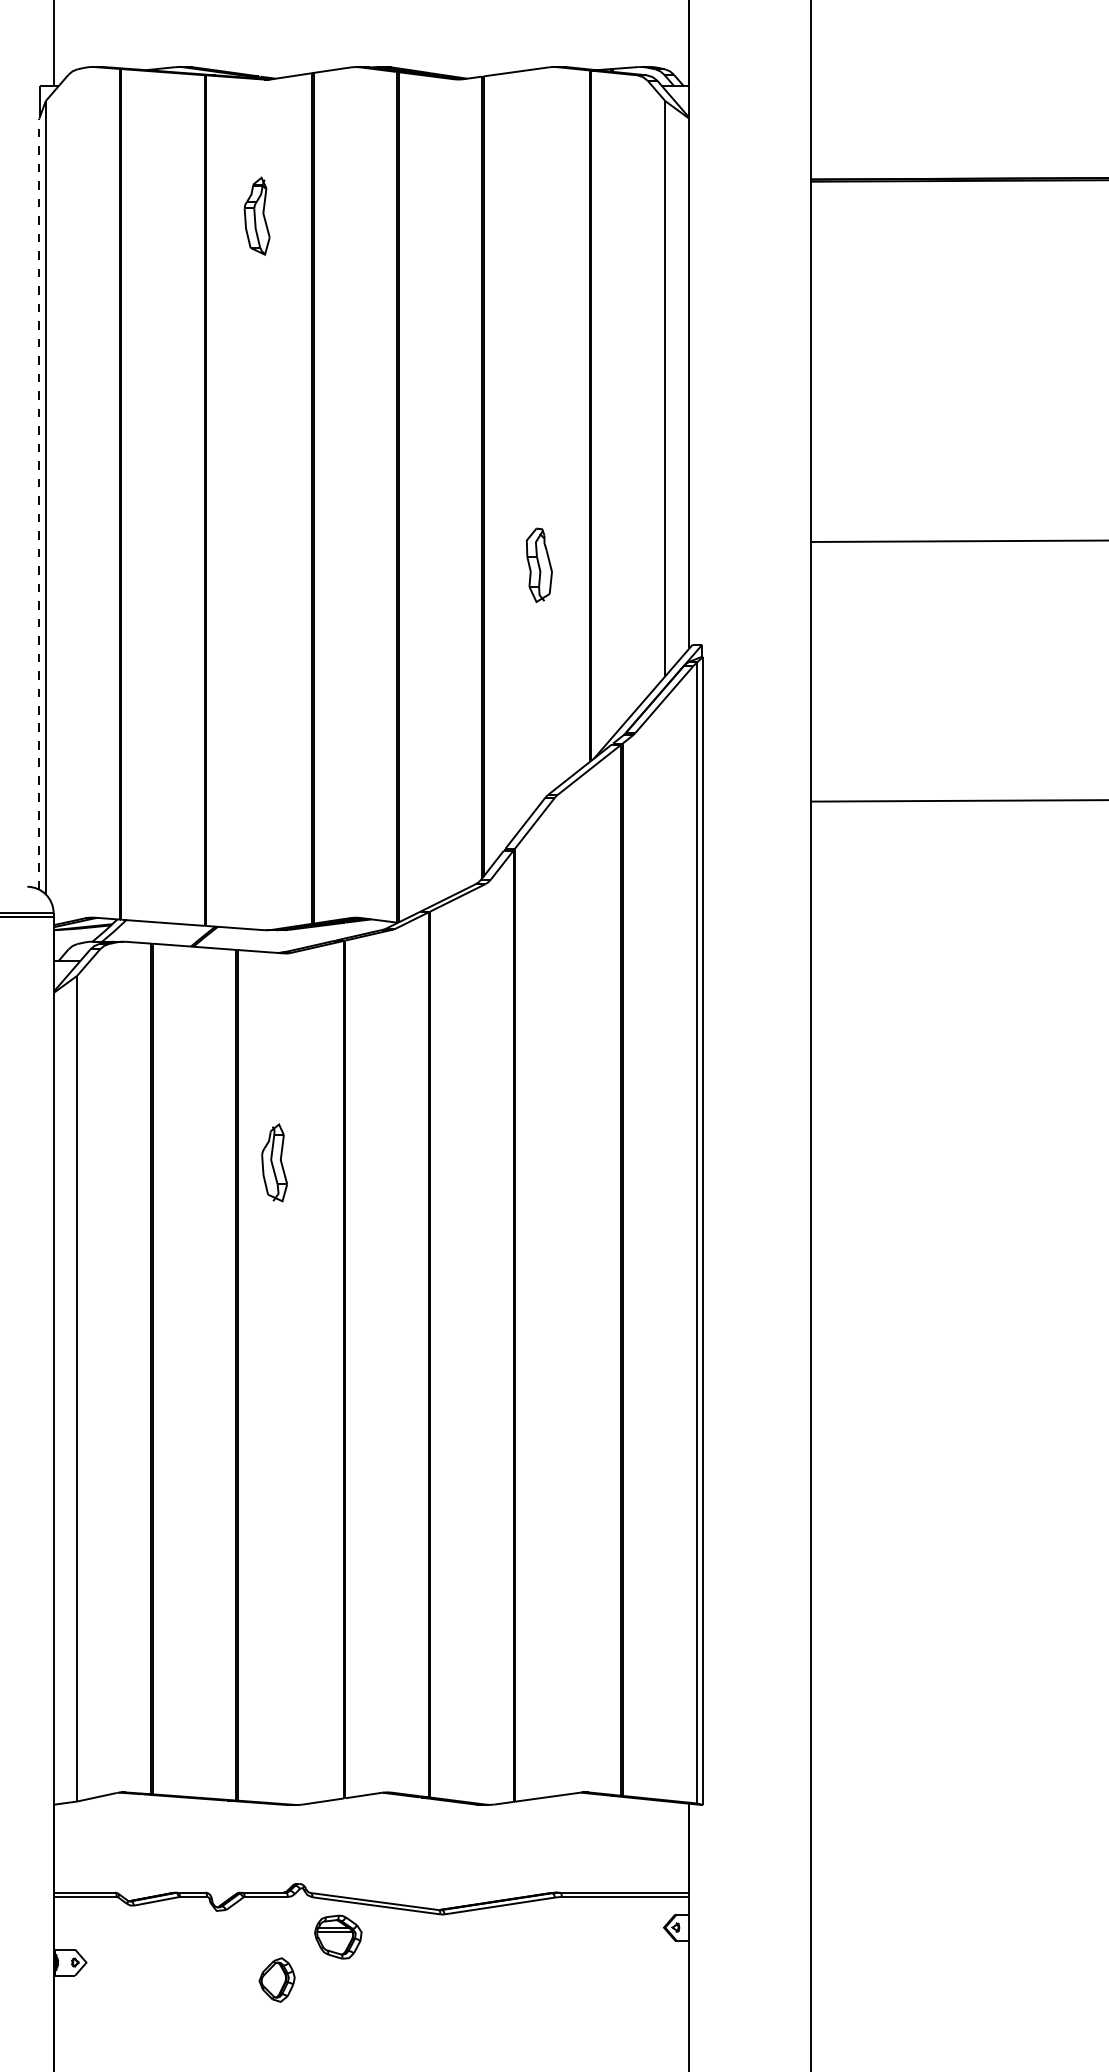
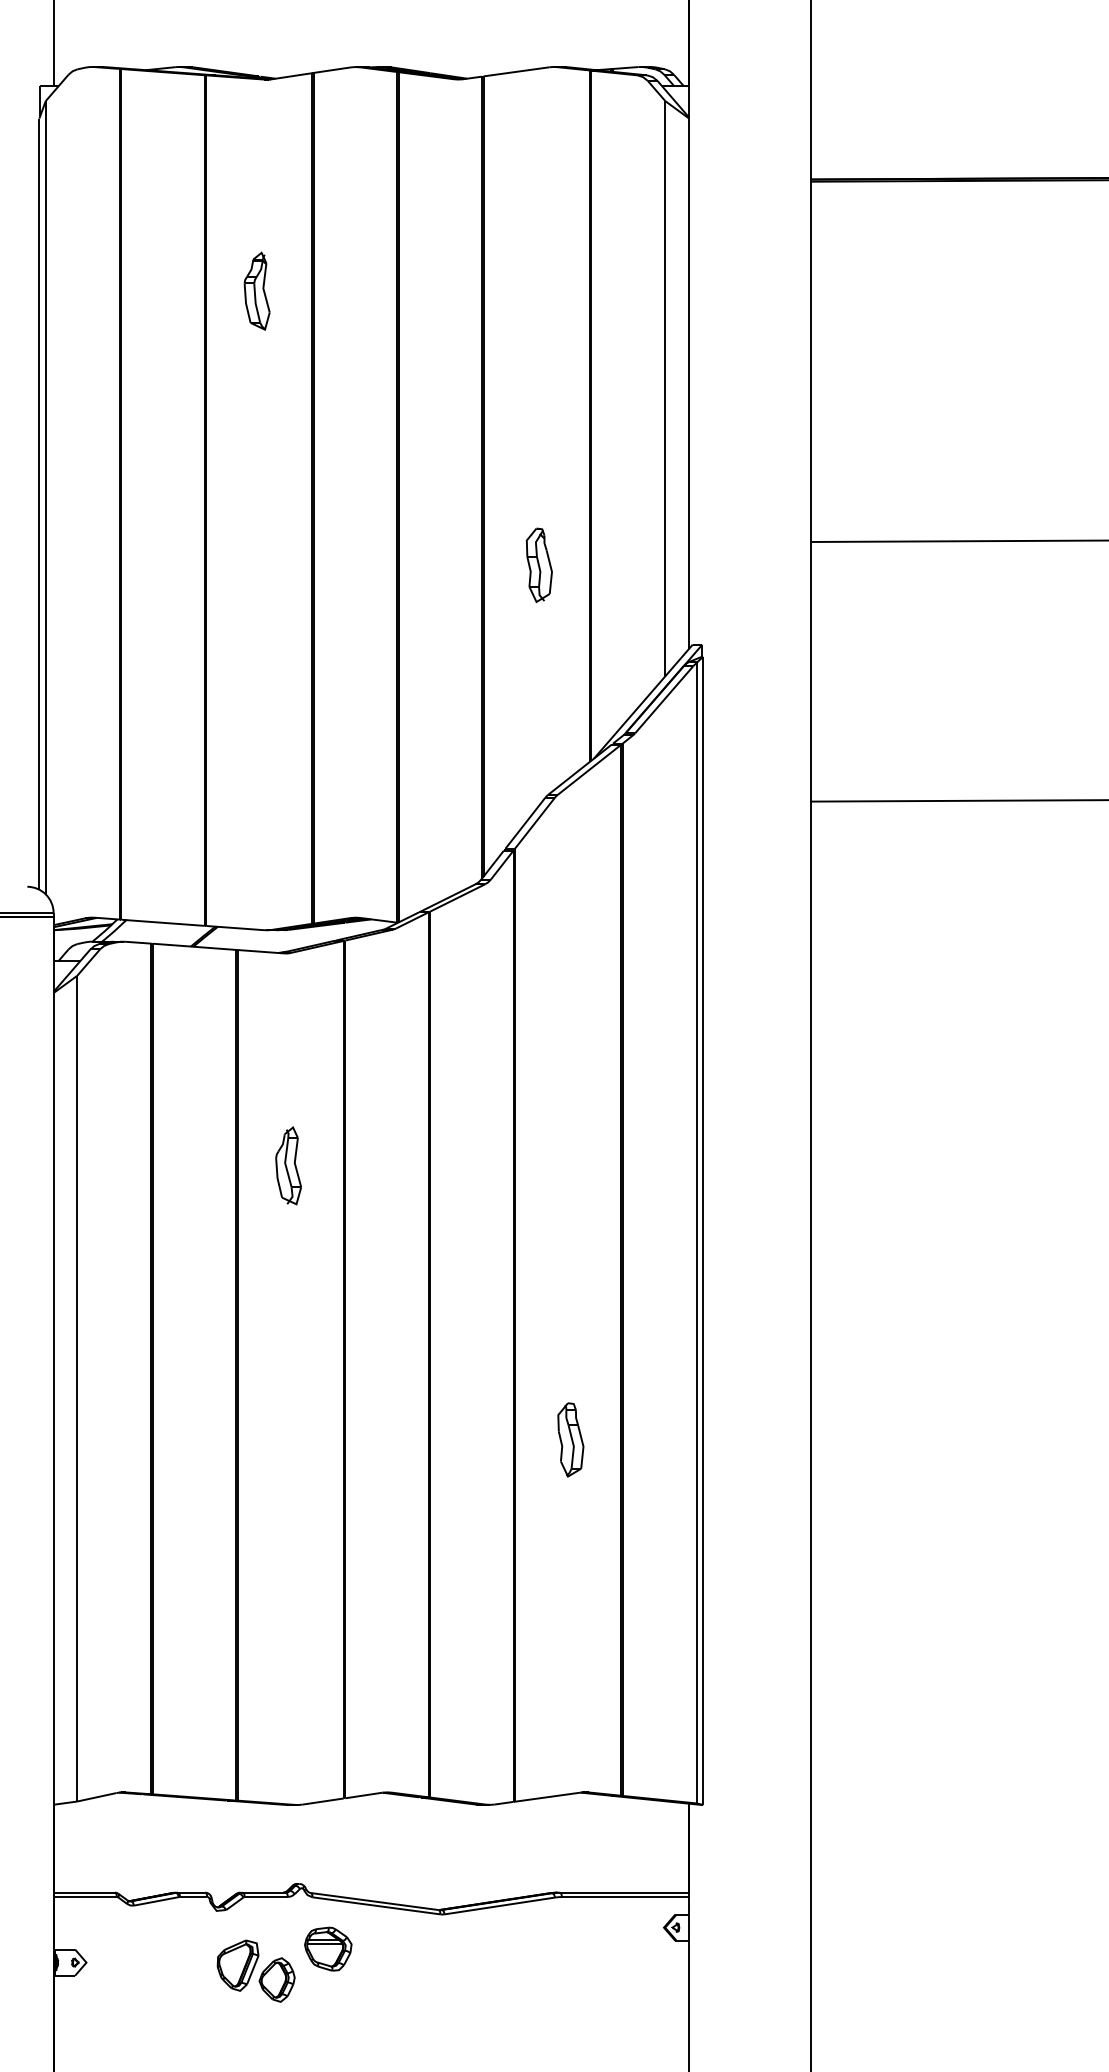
part at (256, 215) position: (256, 215) -> (256, 290)
line at (39, 504): dashed -> solid
part at (274, 1162) position: (274, 1162) -> (288, 1165)
part at (570, 1439): none -> present
part at (338, 1936) position: (338, 1936) -> (328, 1948)
part at (237, 1965): none -> present
